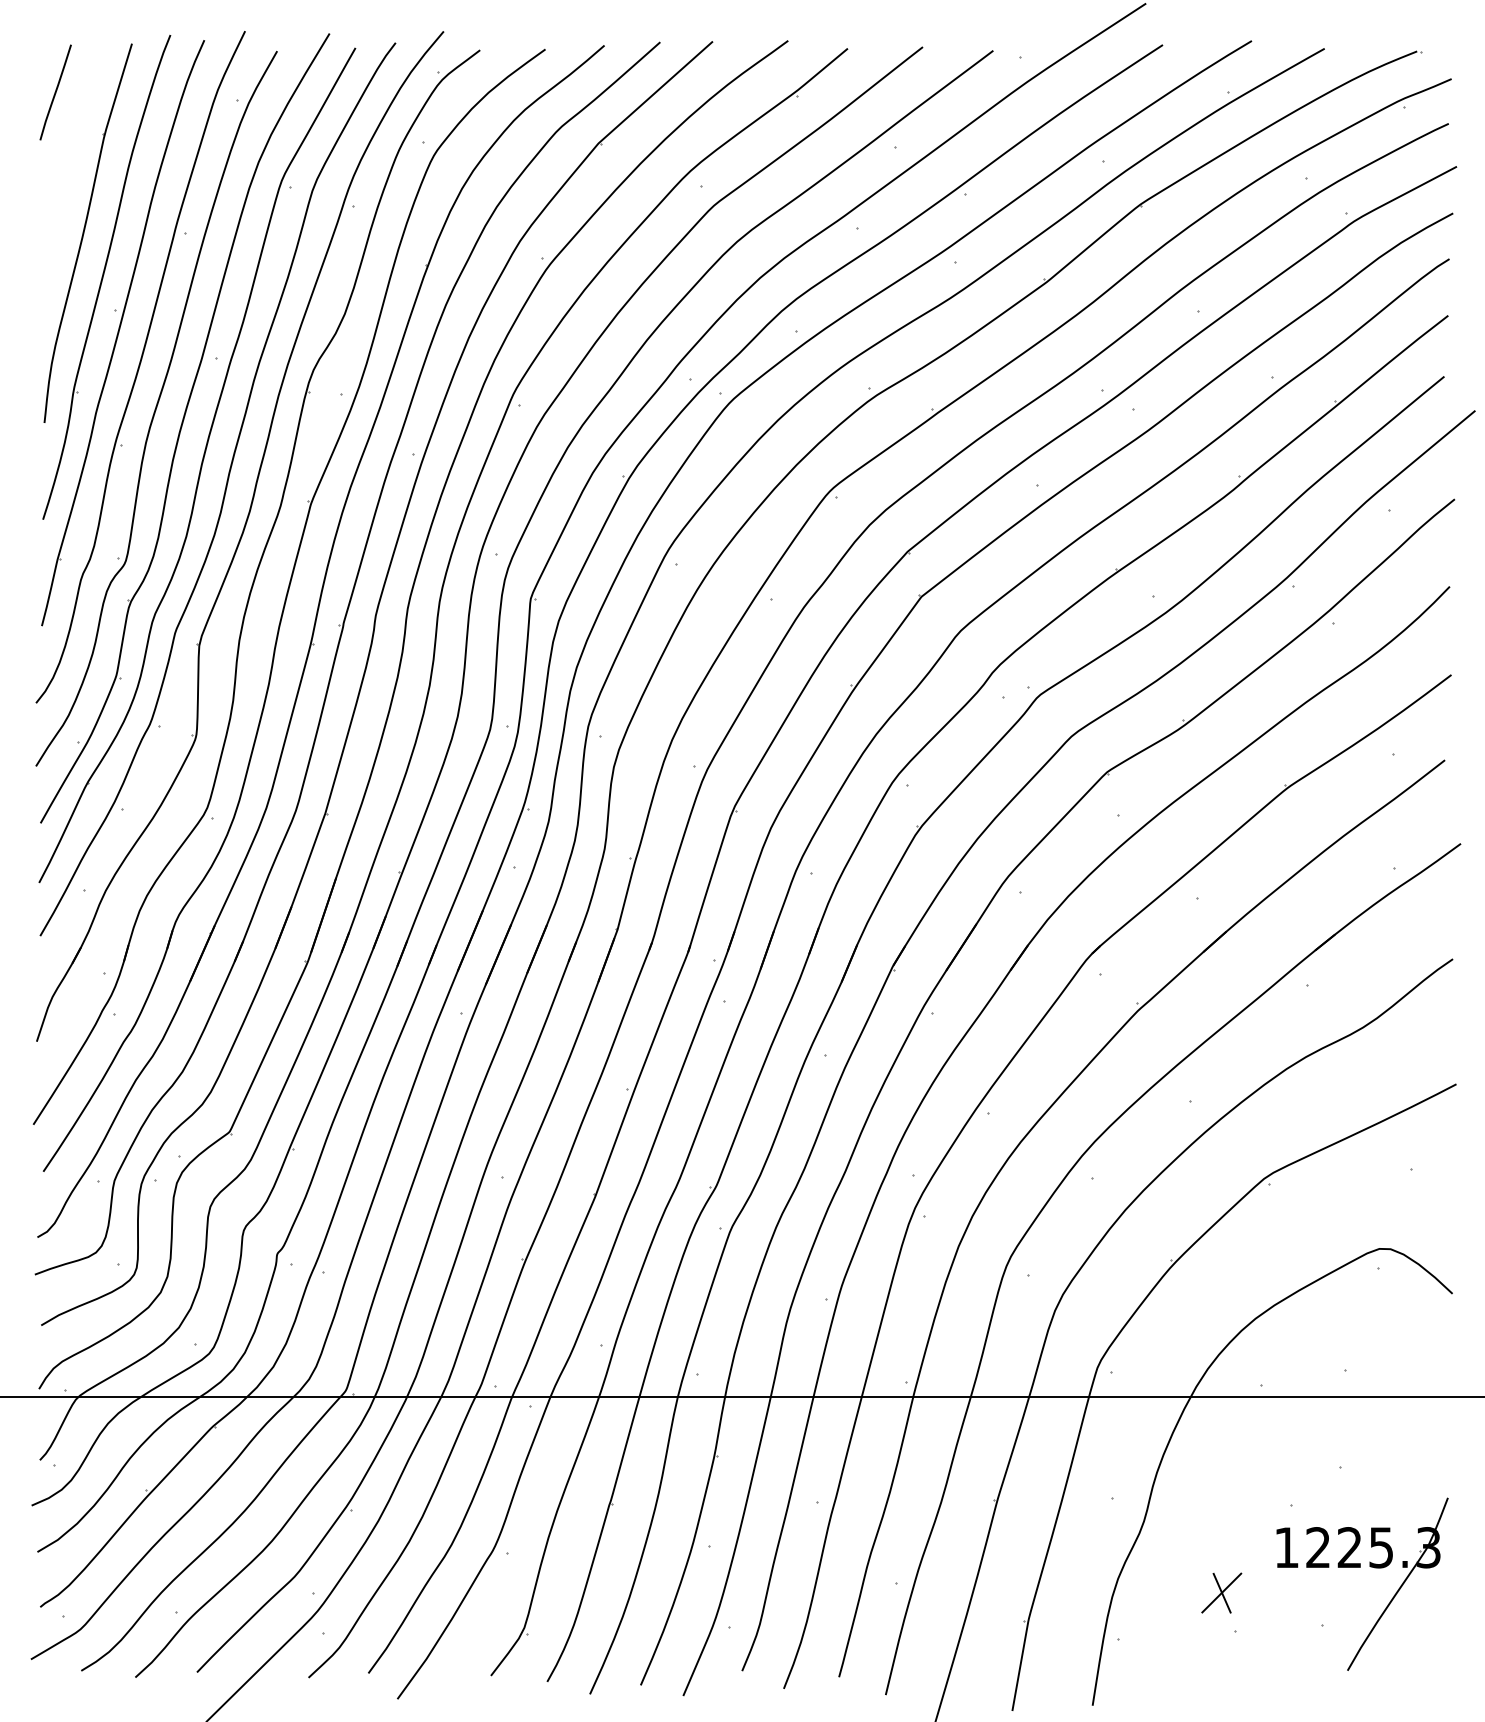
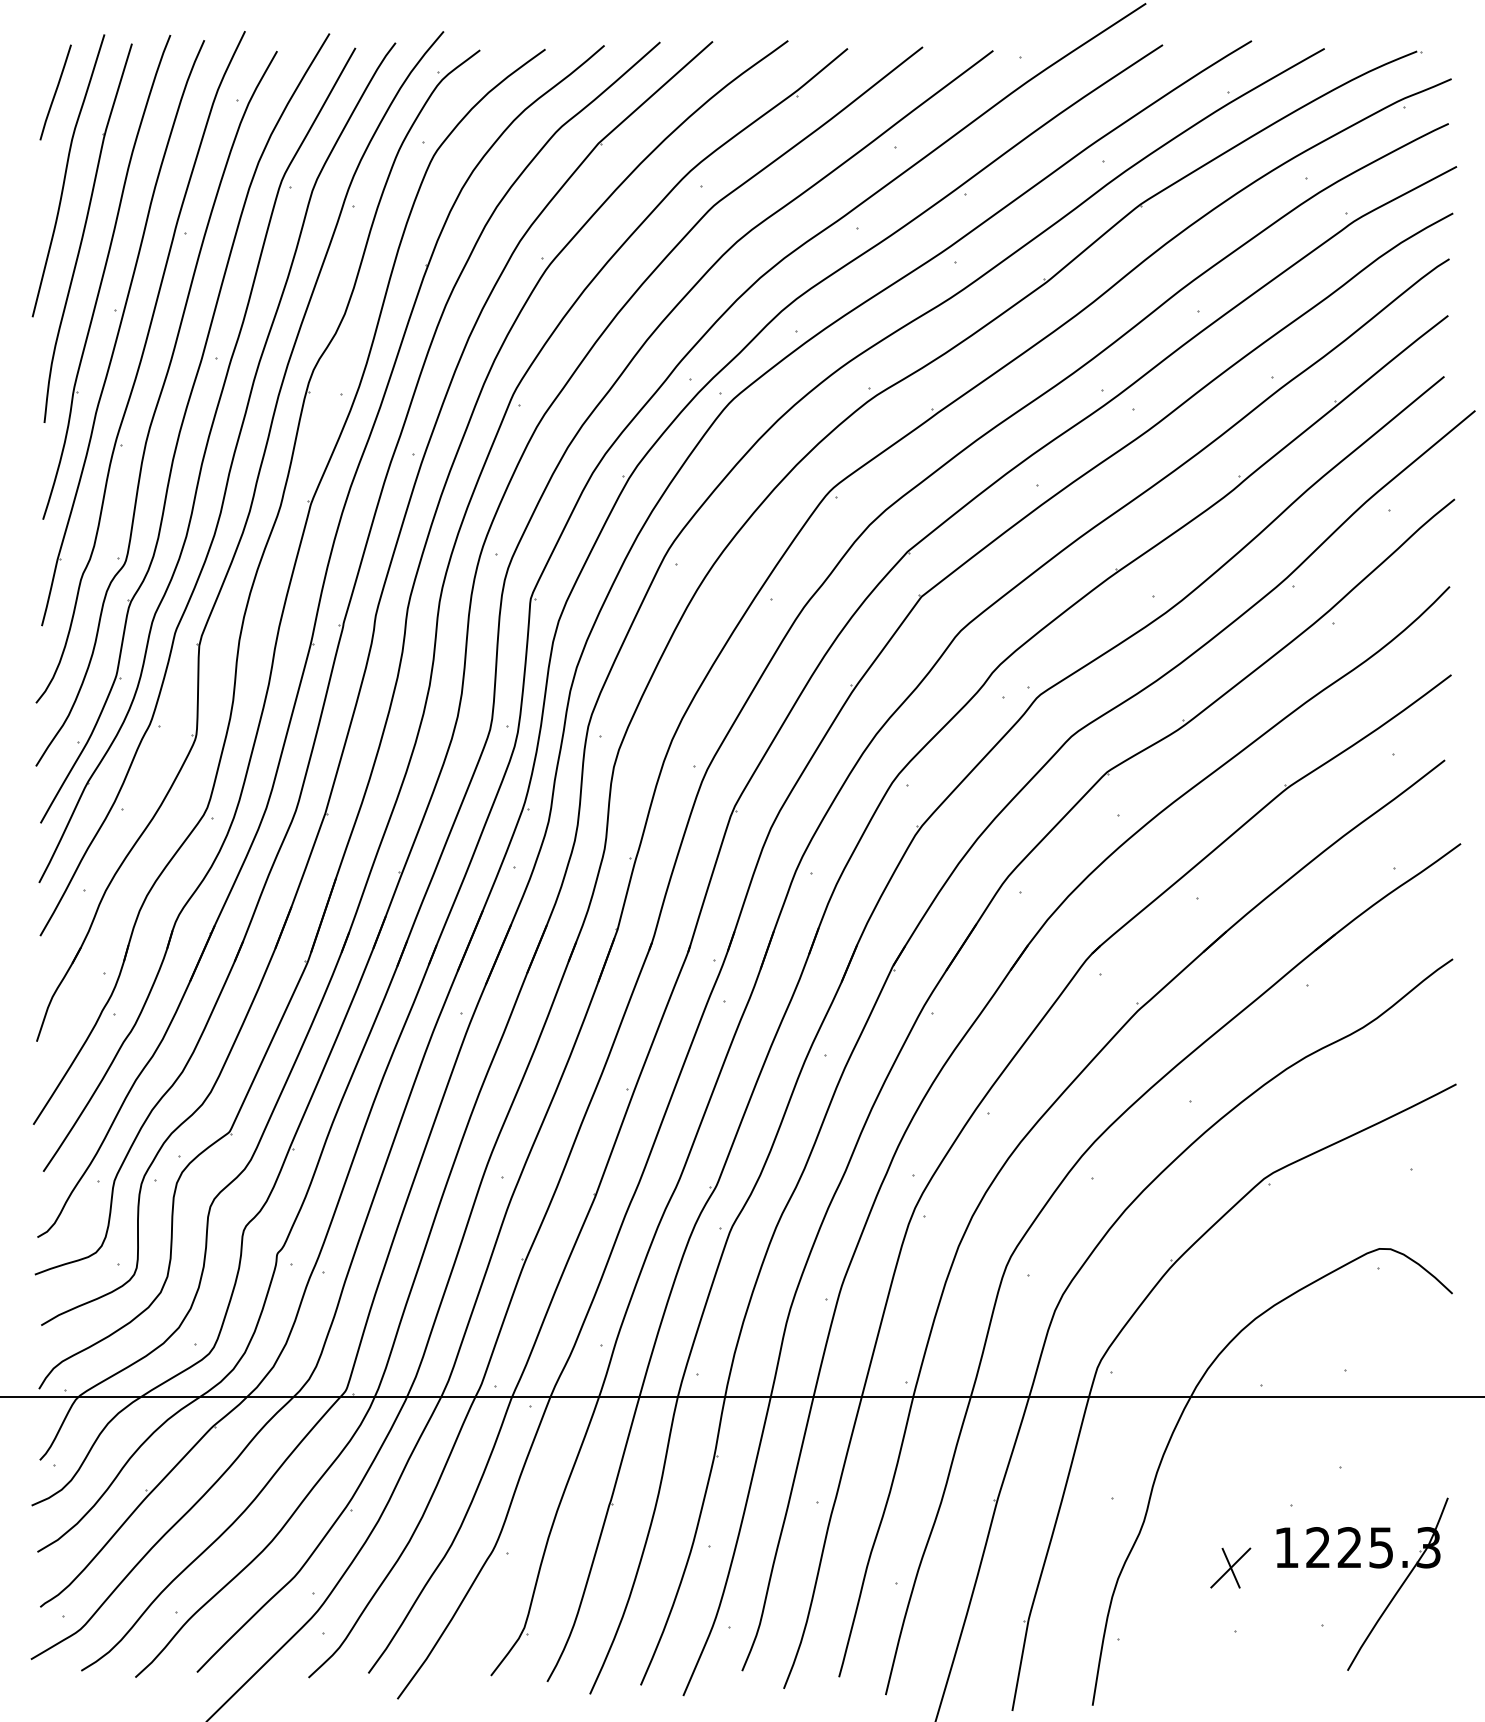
curve at (66, 175): none -> present
part at (1221, 1592) position: (1221, 1592) -> (1230, 1567)
